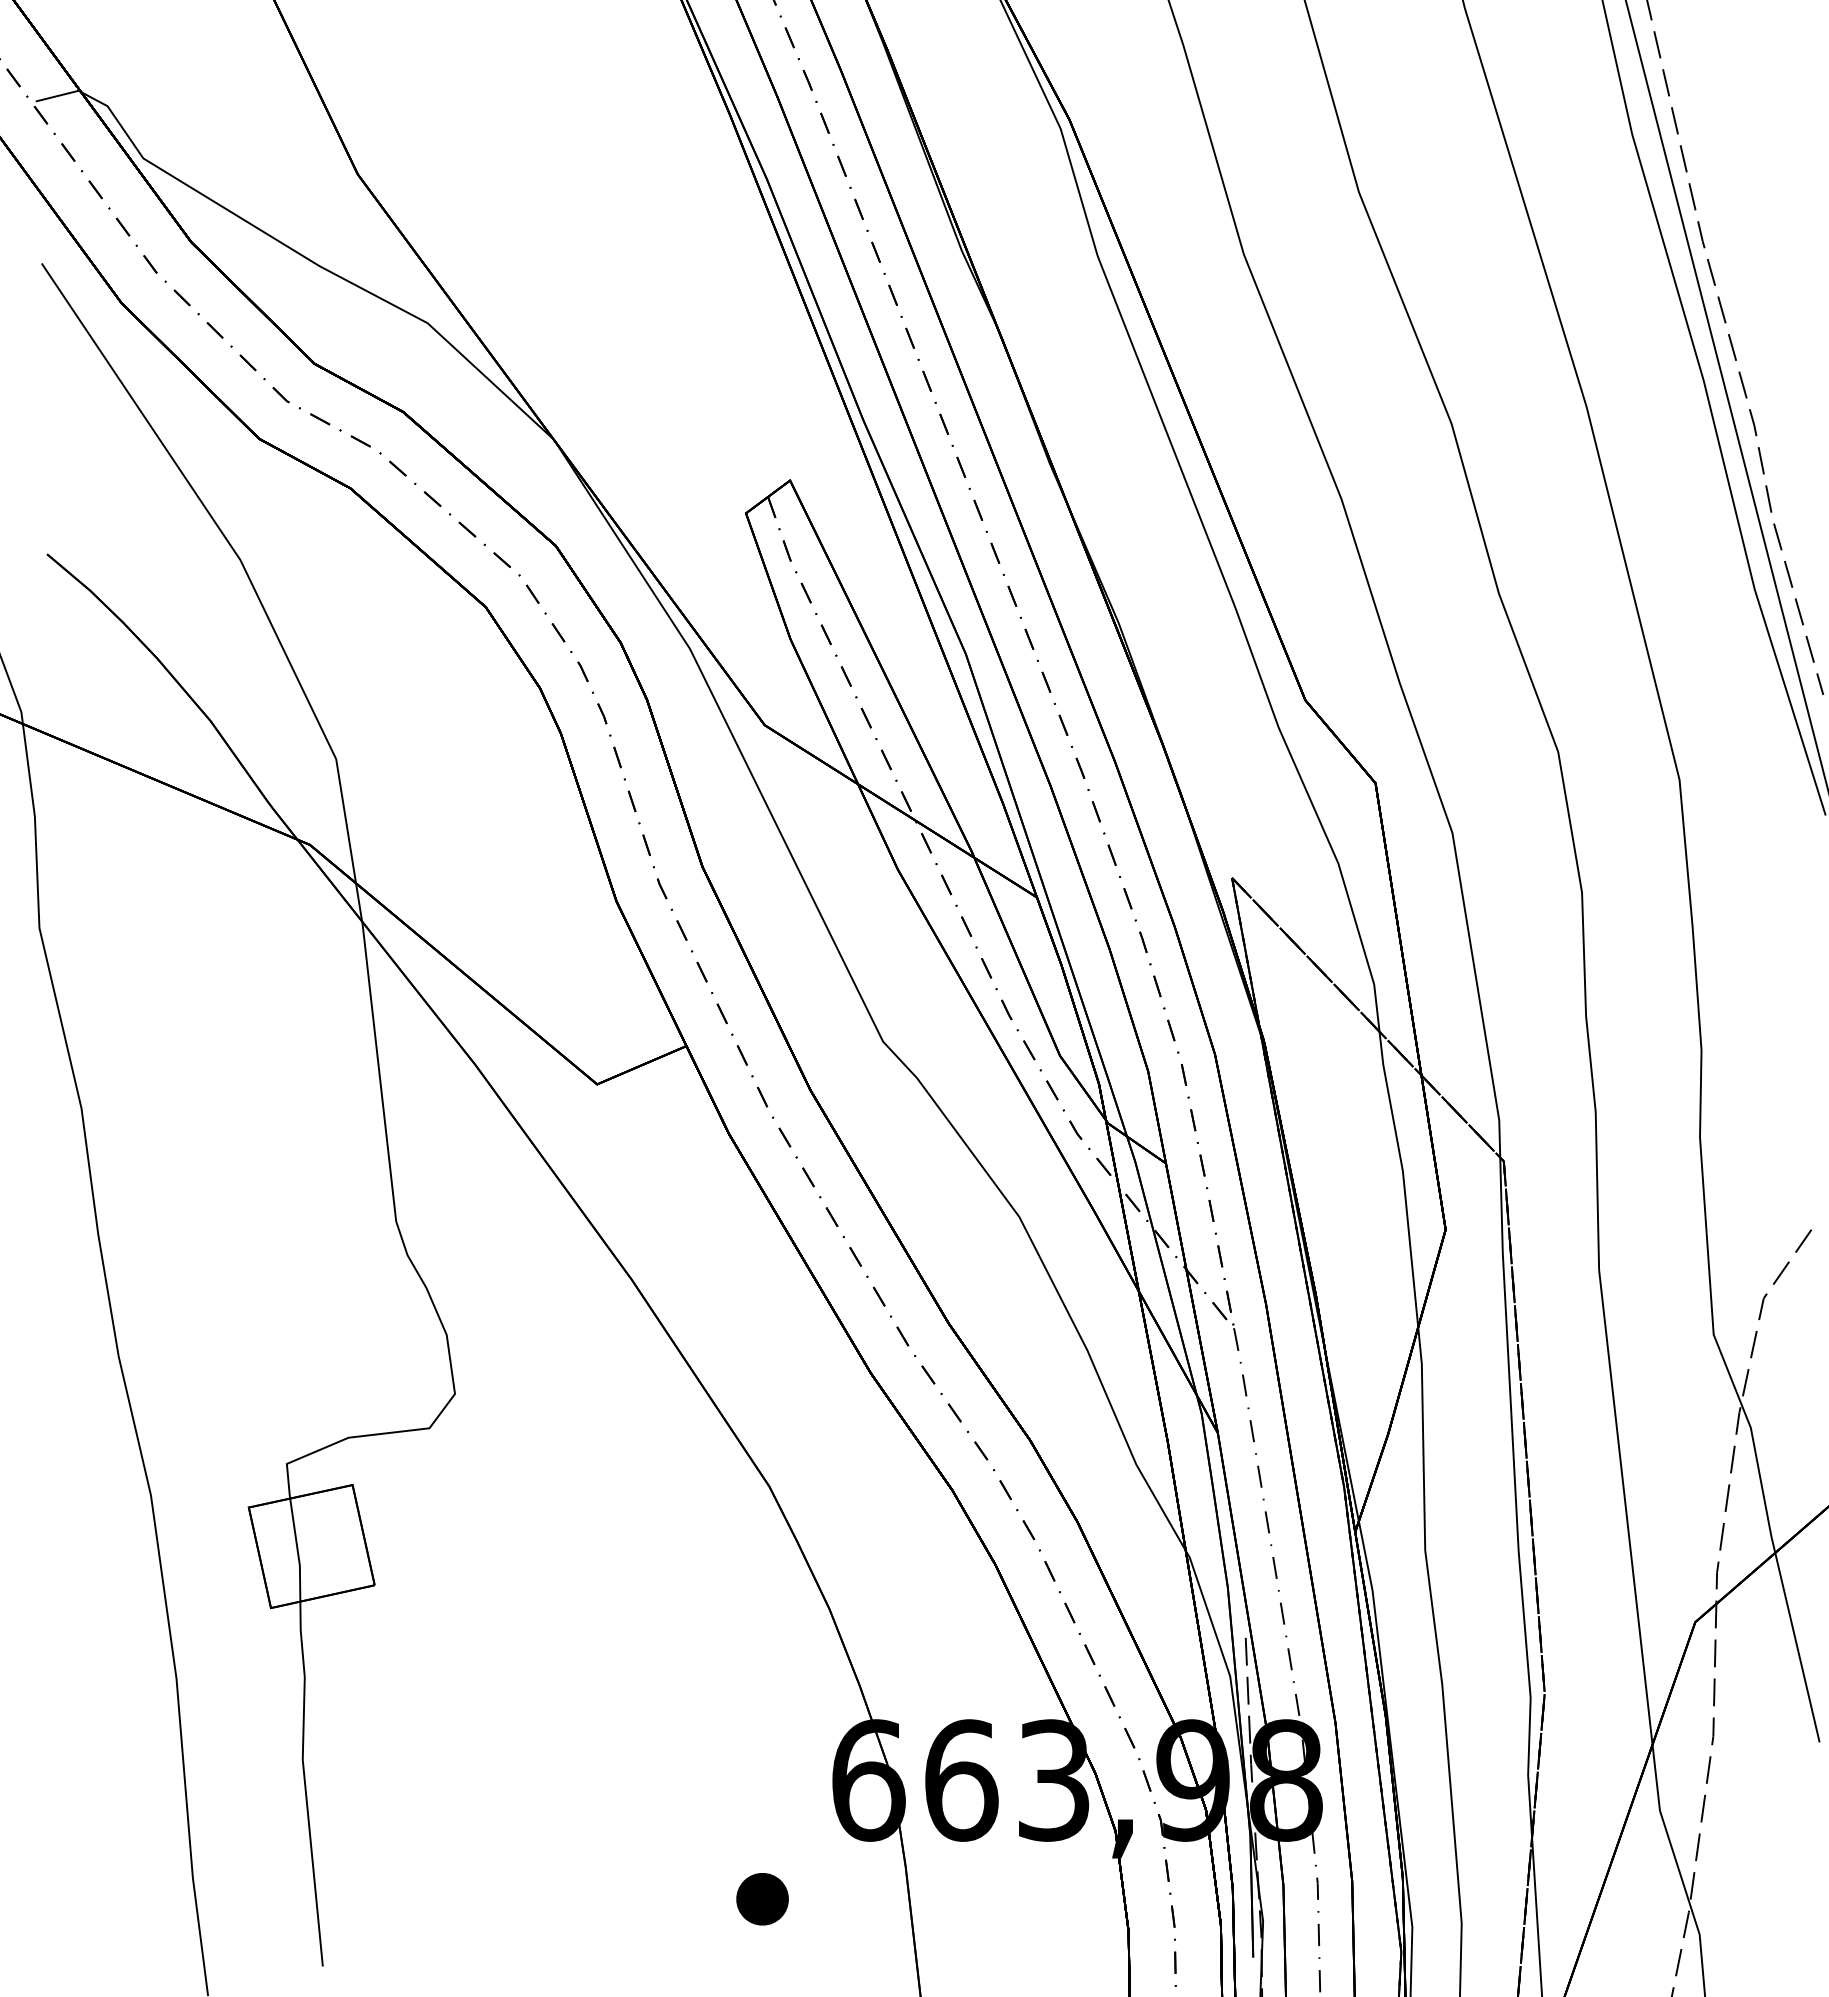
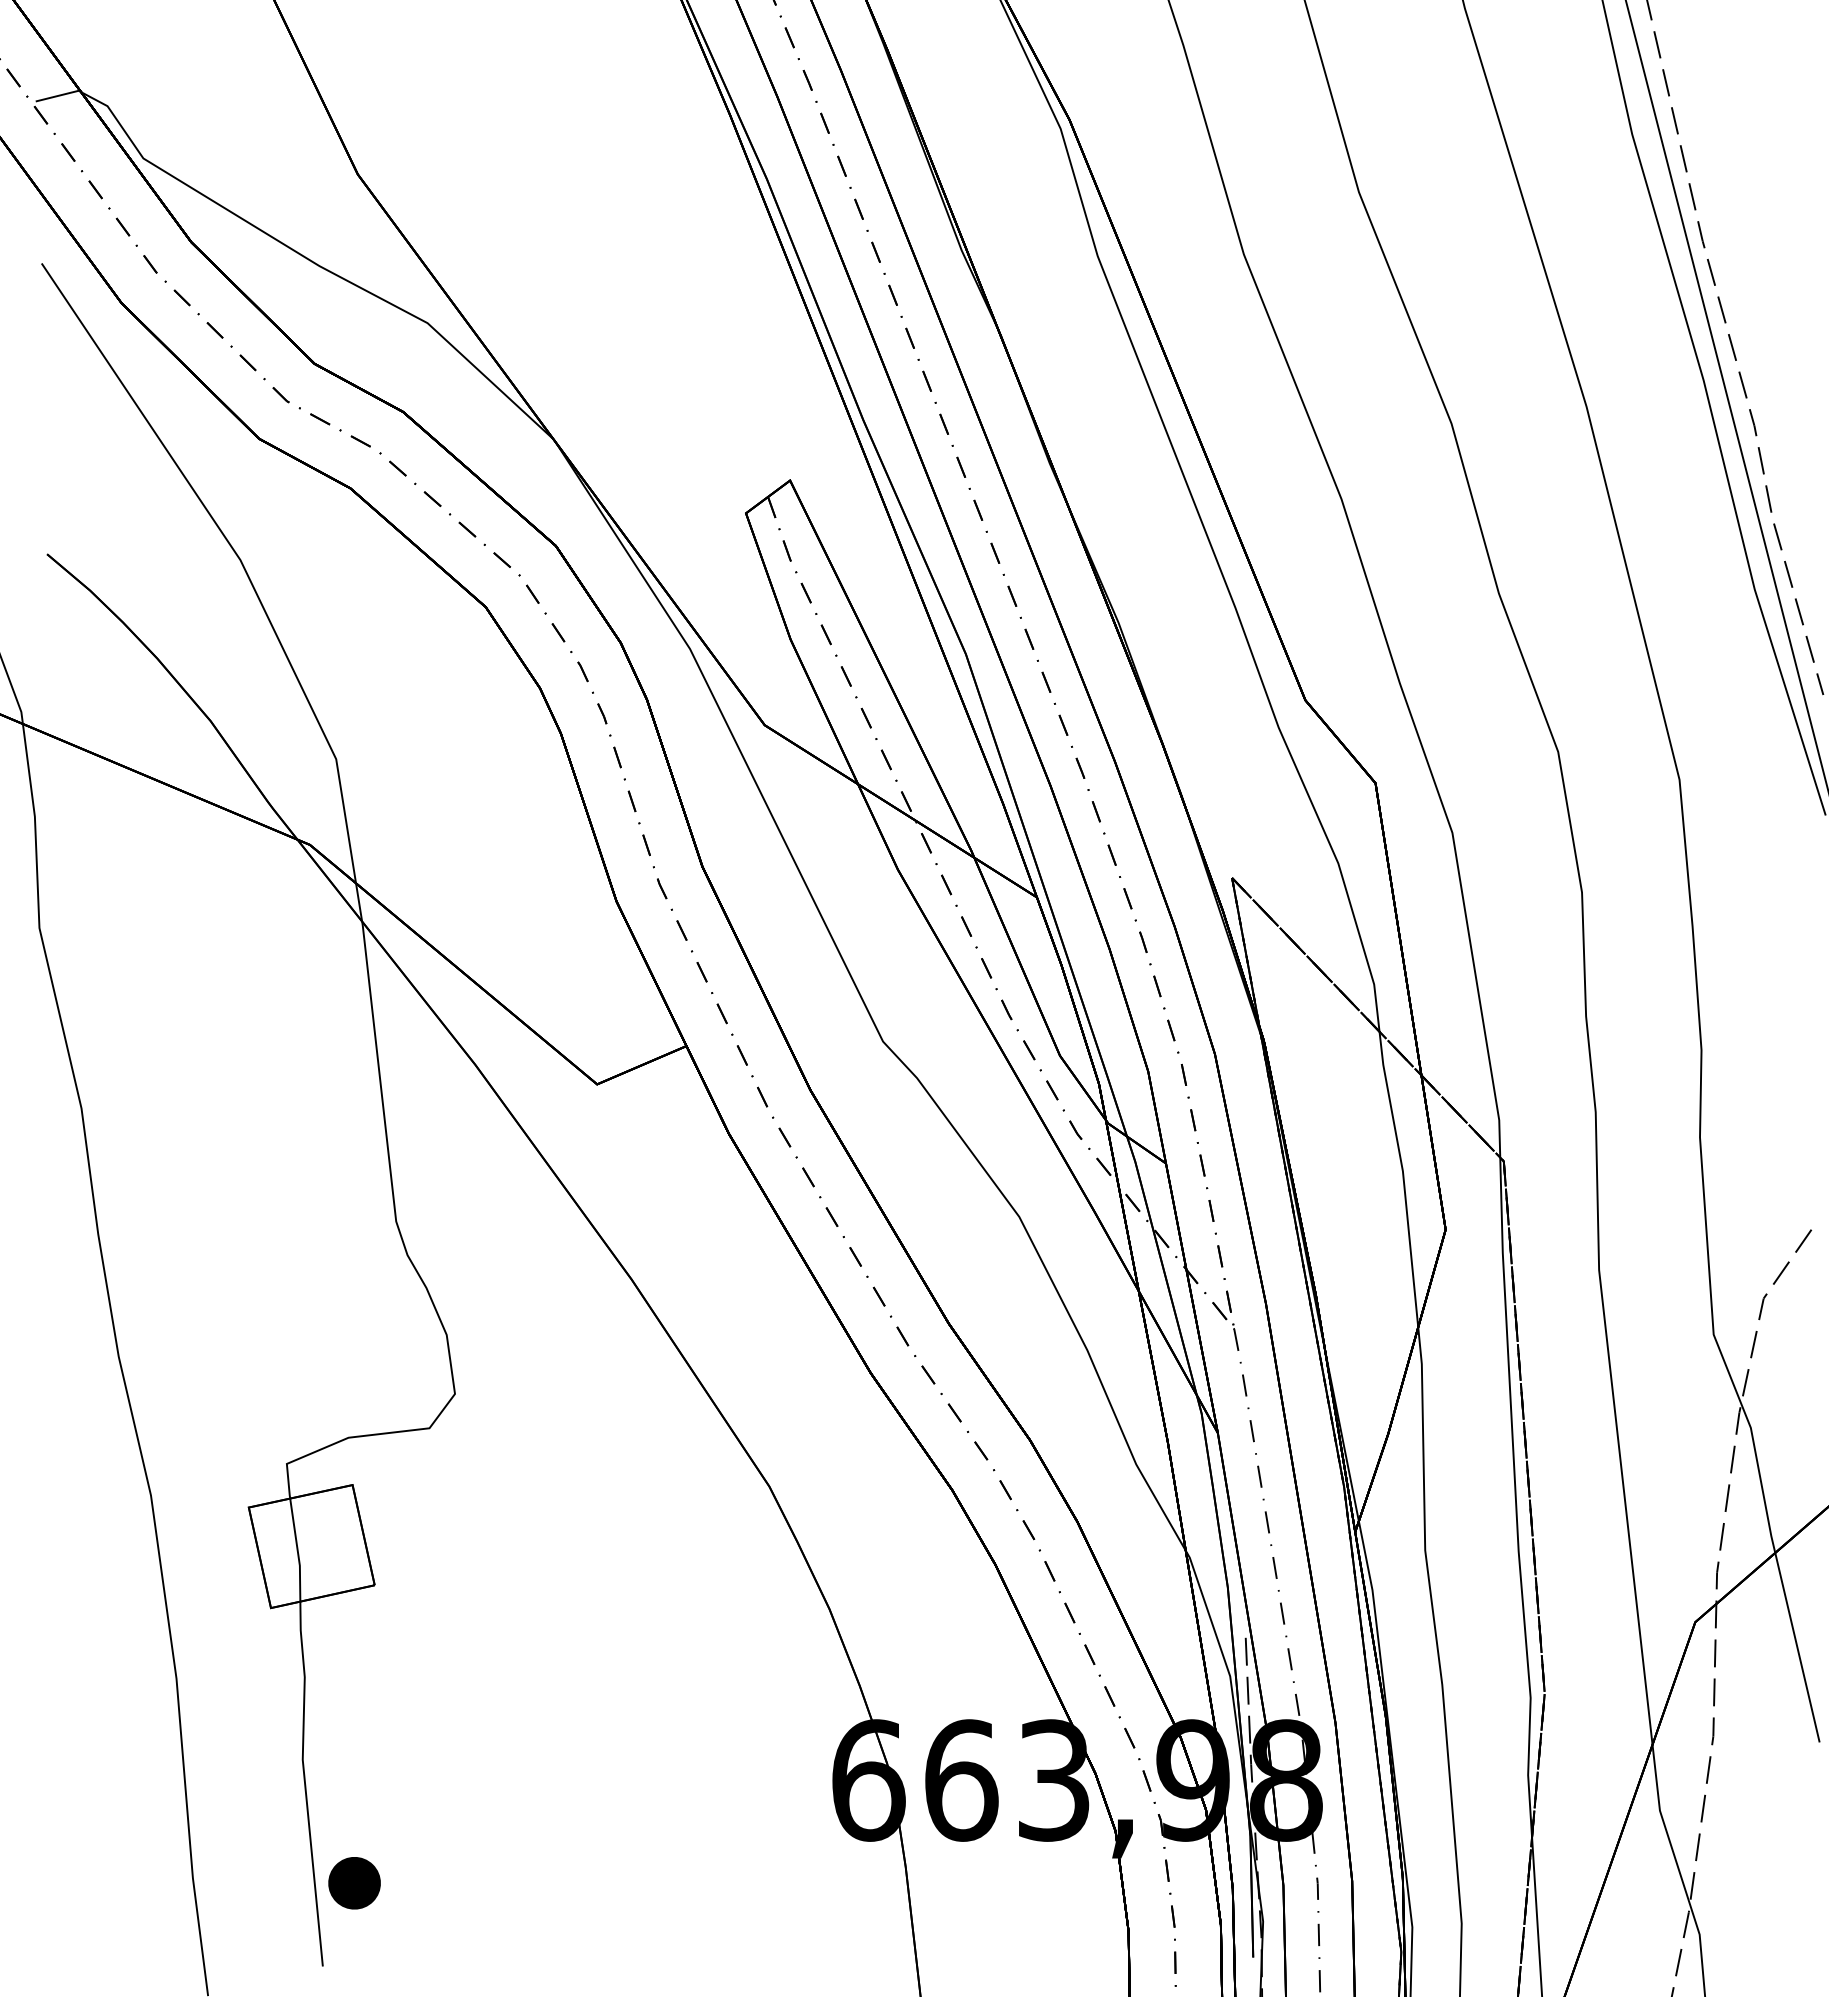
part at (762, 1899) position: (762, 1899) -> (354, 1883)
